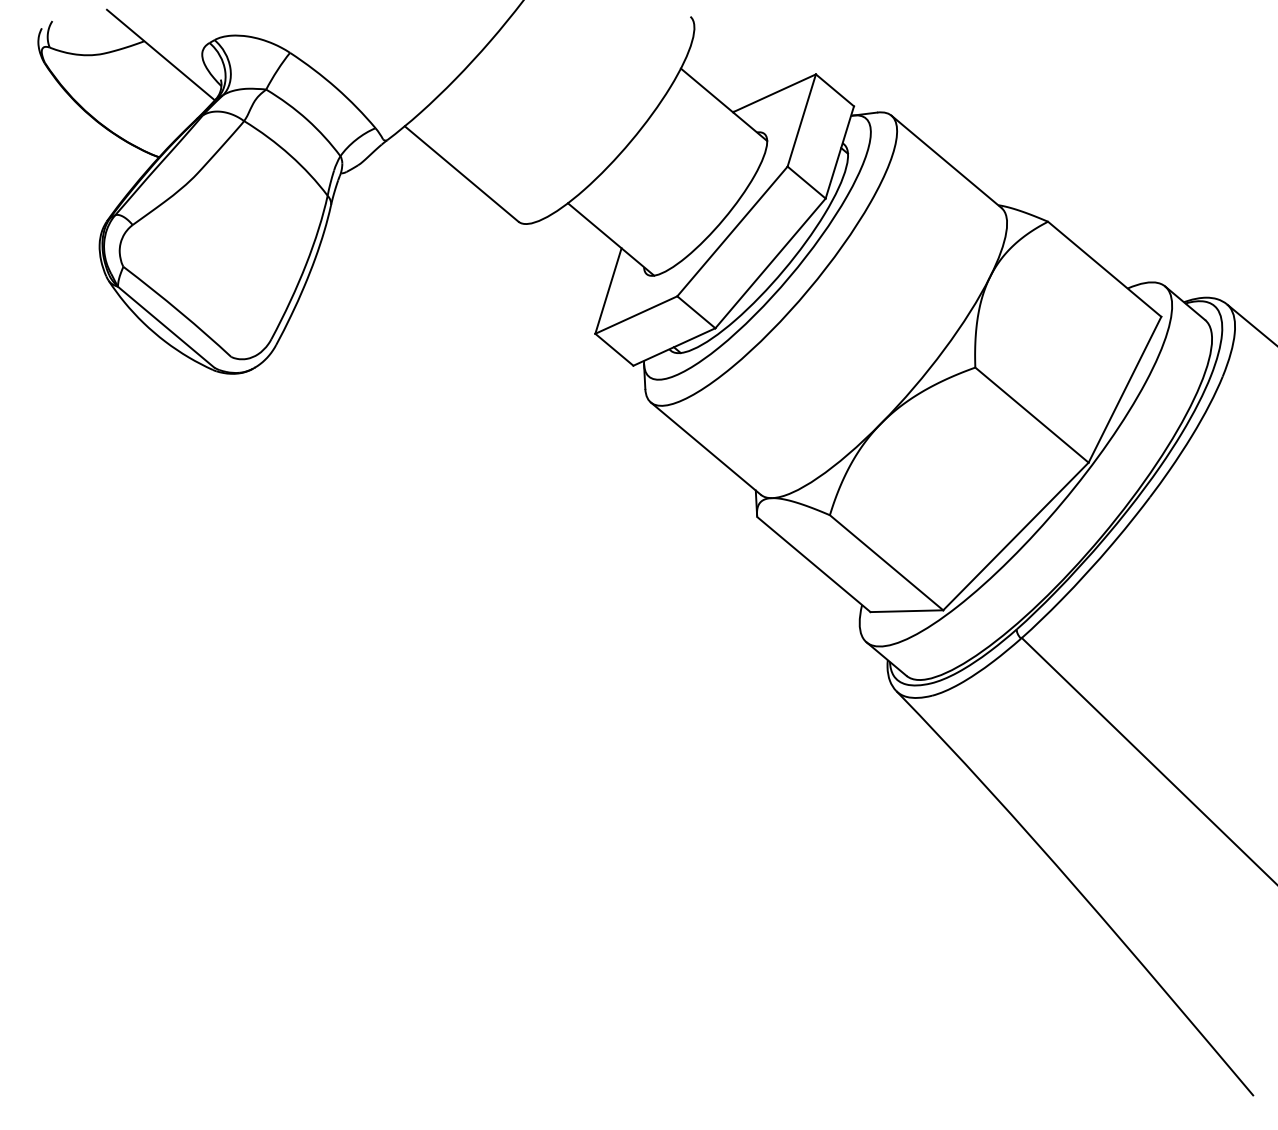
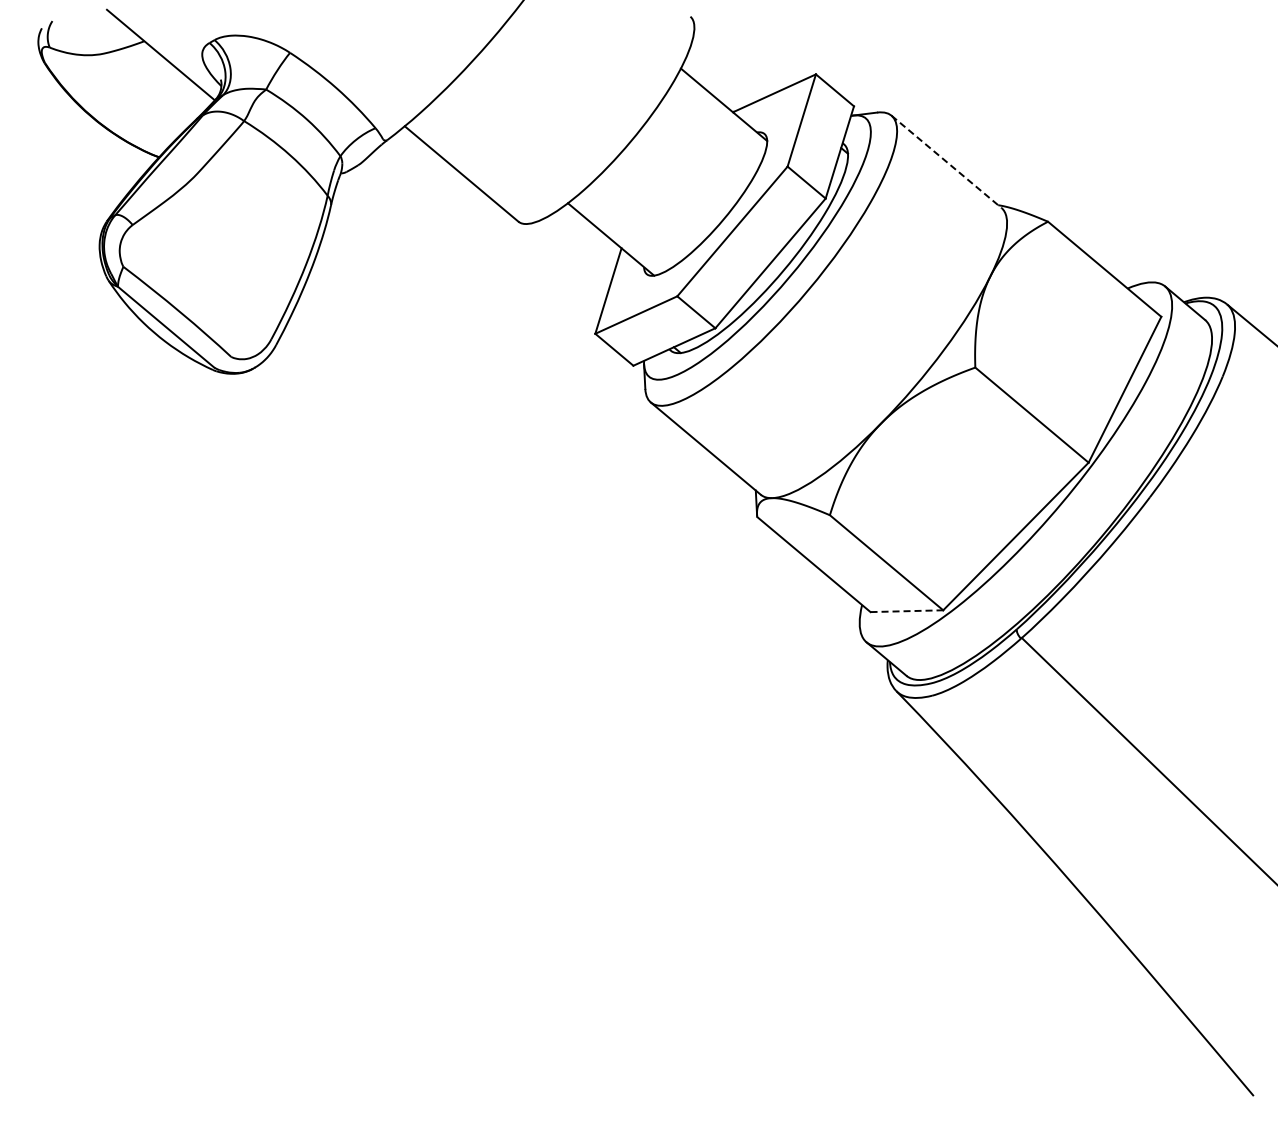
line at (946, 161): solid -> dashed
line at (907, 611): solid -> dashed
